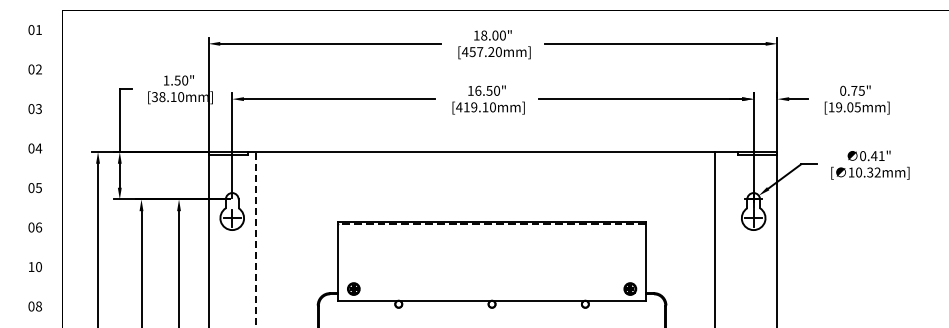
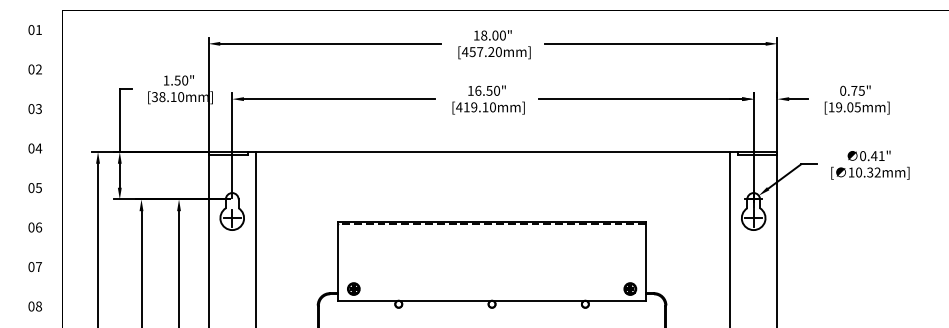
line at (714, 238) position: (714, 238) -> (729, 238)
line at (255, 239): dashed -> solid
text at (34, 267): 10 -> 07
